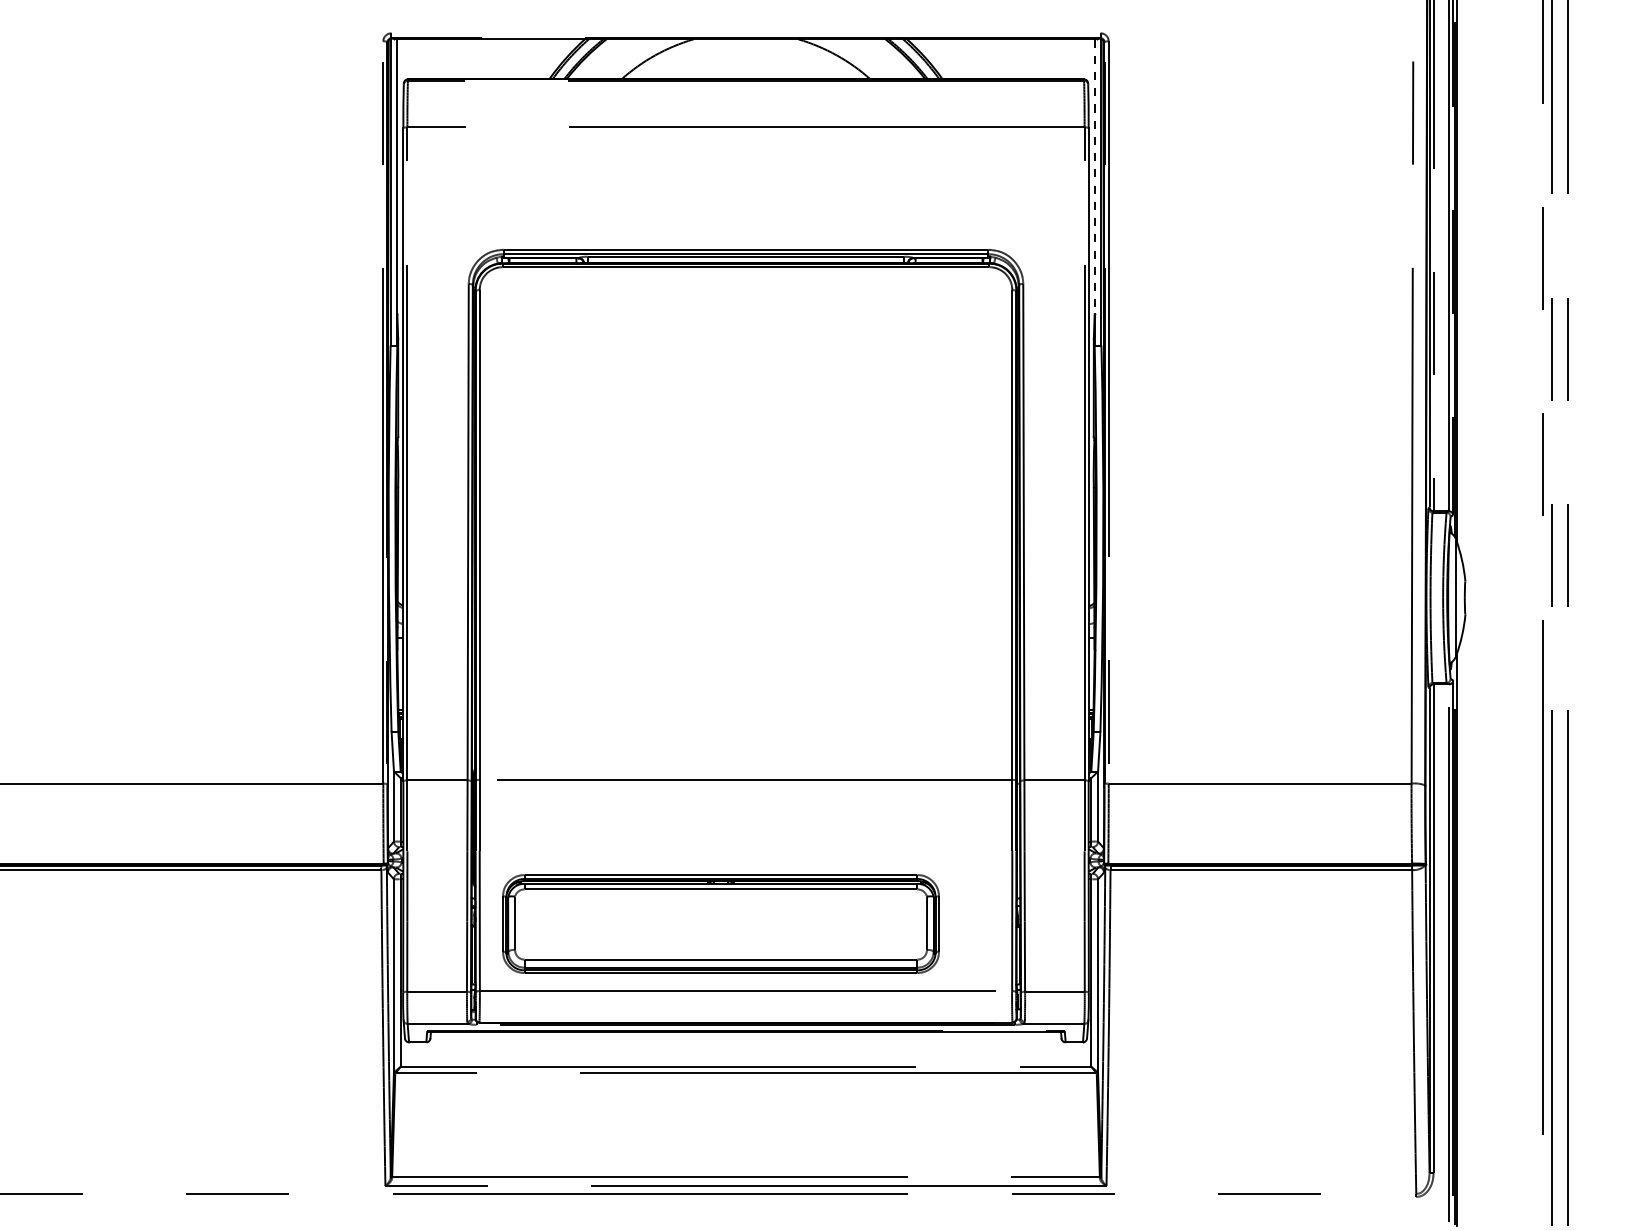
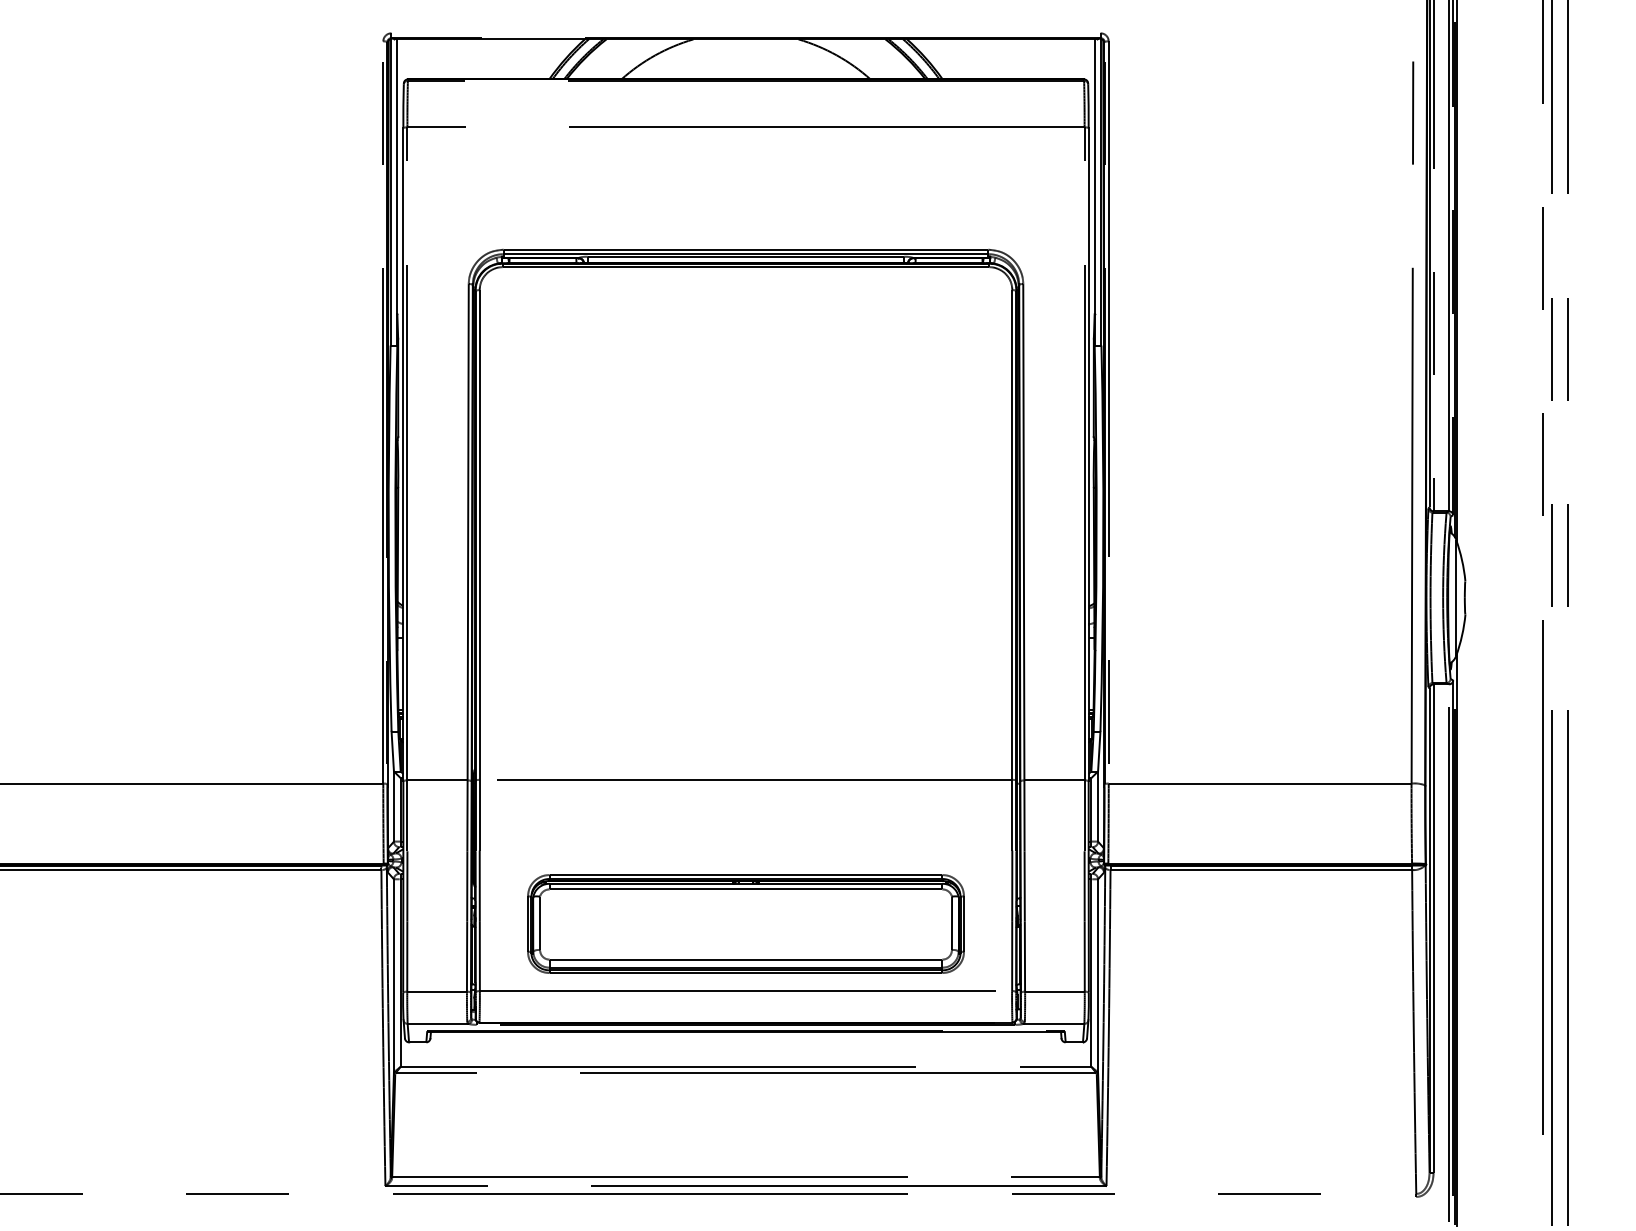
line at (1094, 177): dashed -> solid
part at (720, 923) position: (720, 923) -> (745, 923)
